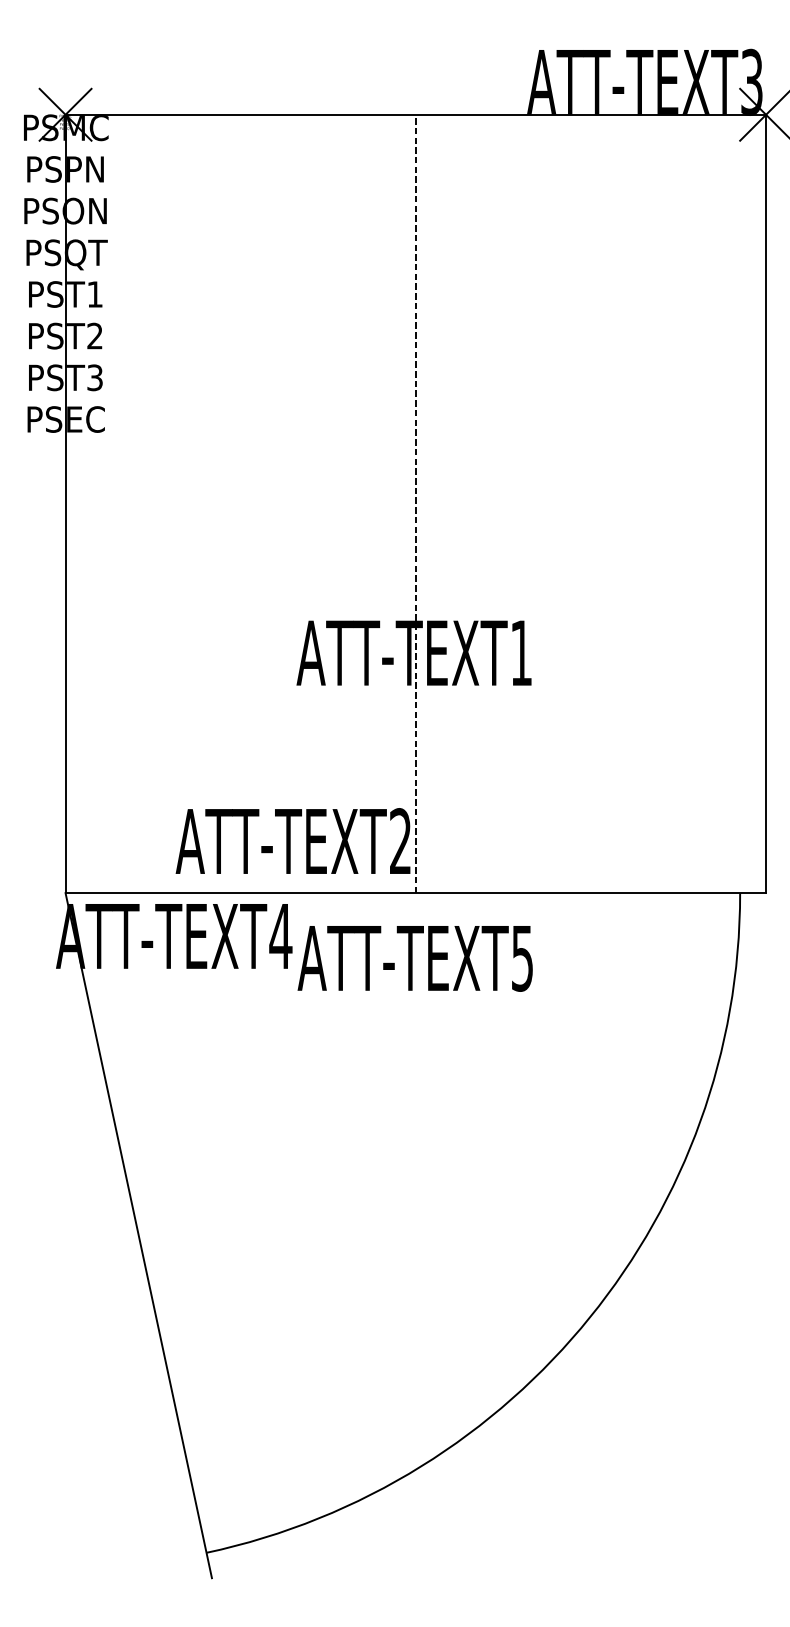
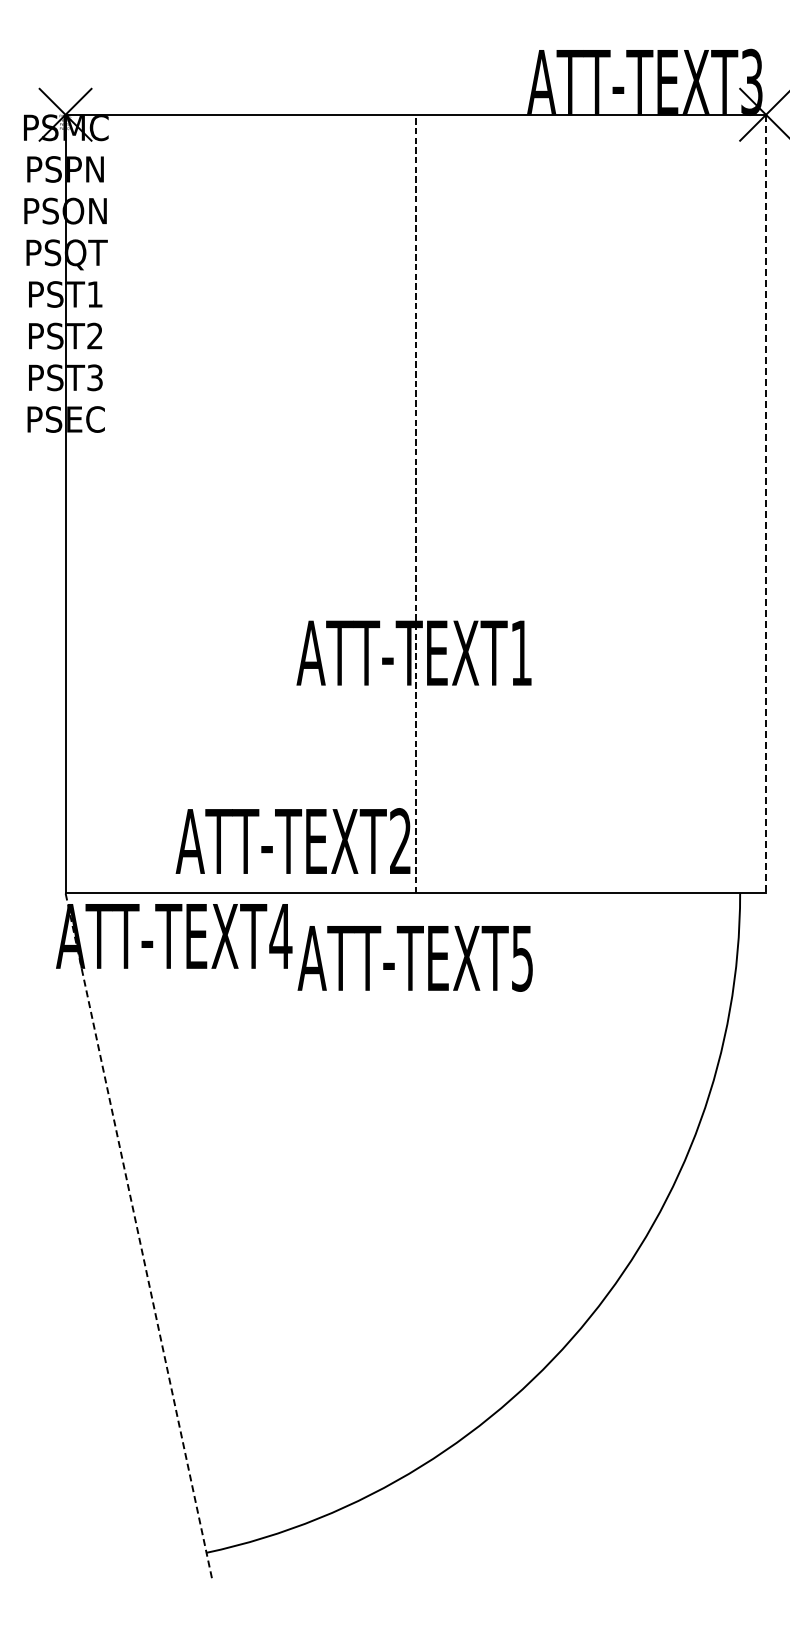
line at (766, 504): solid -> dashed
line at (138, 1235): solid -> dashed
